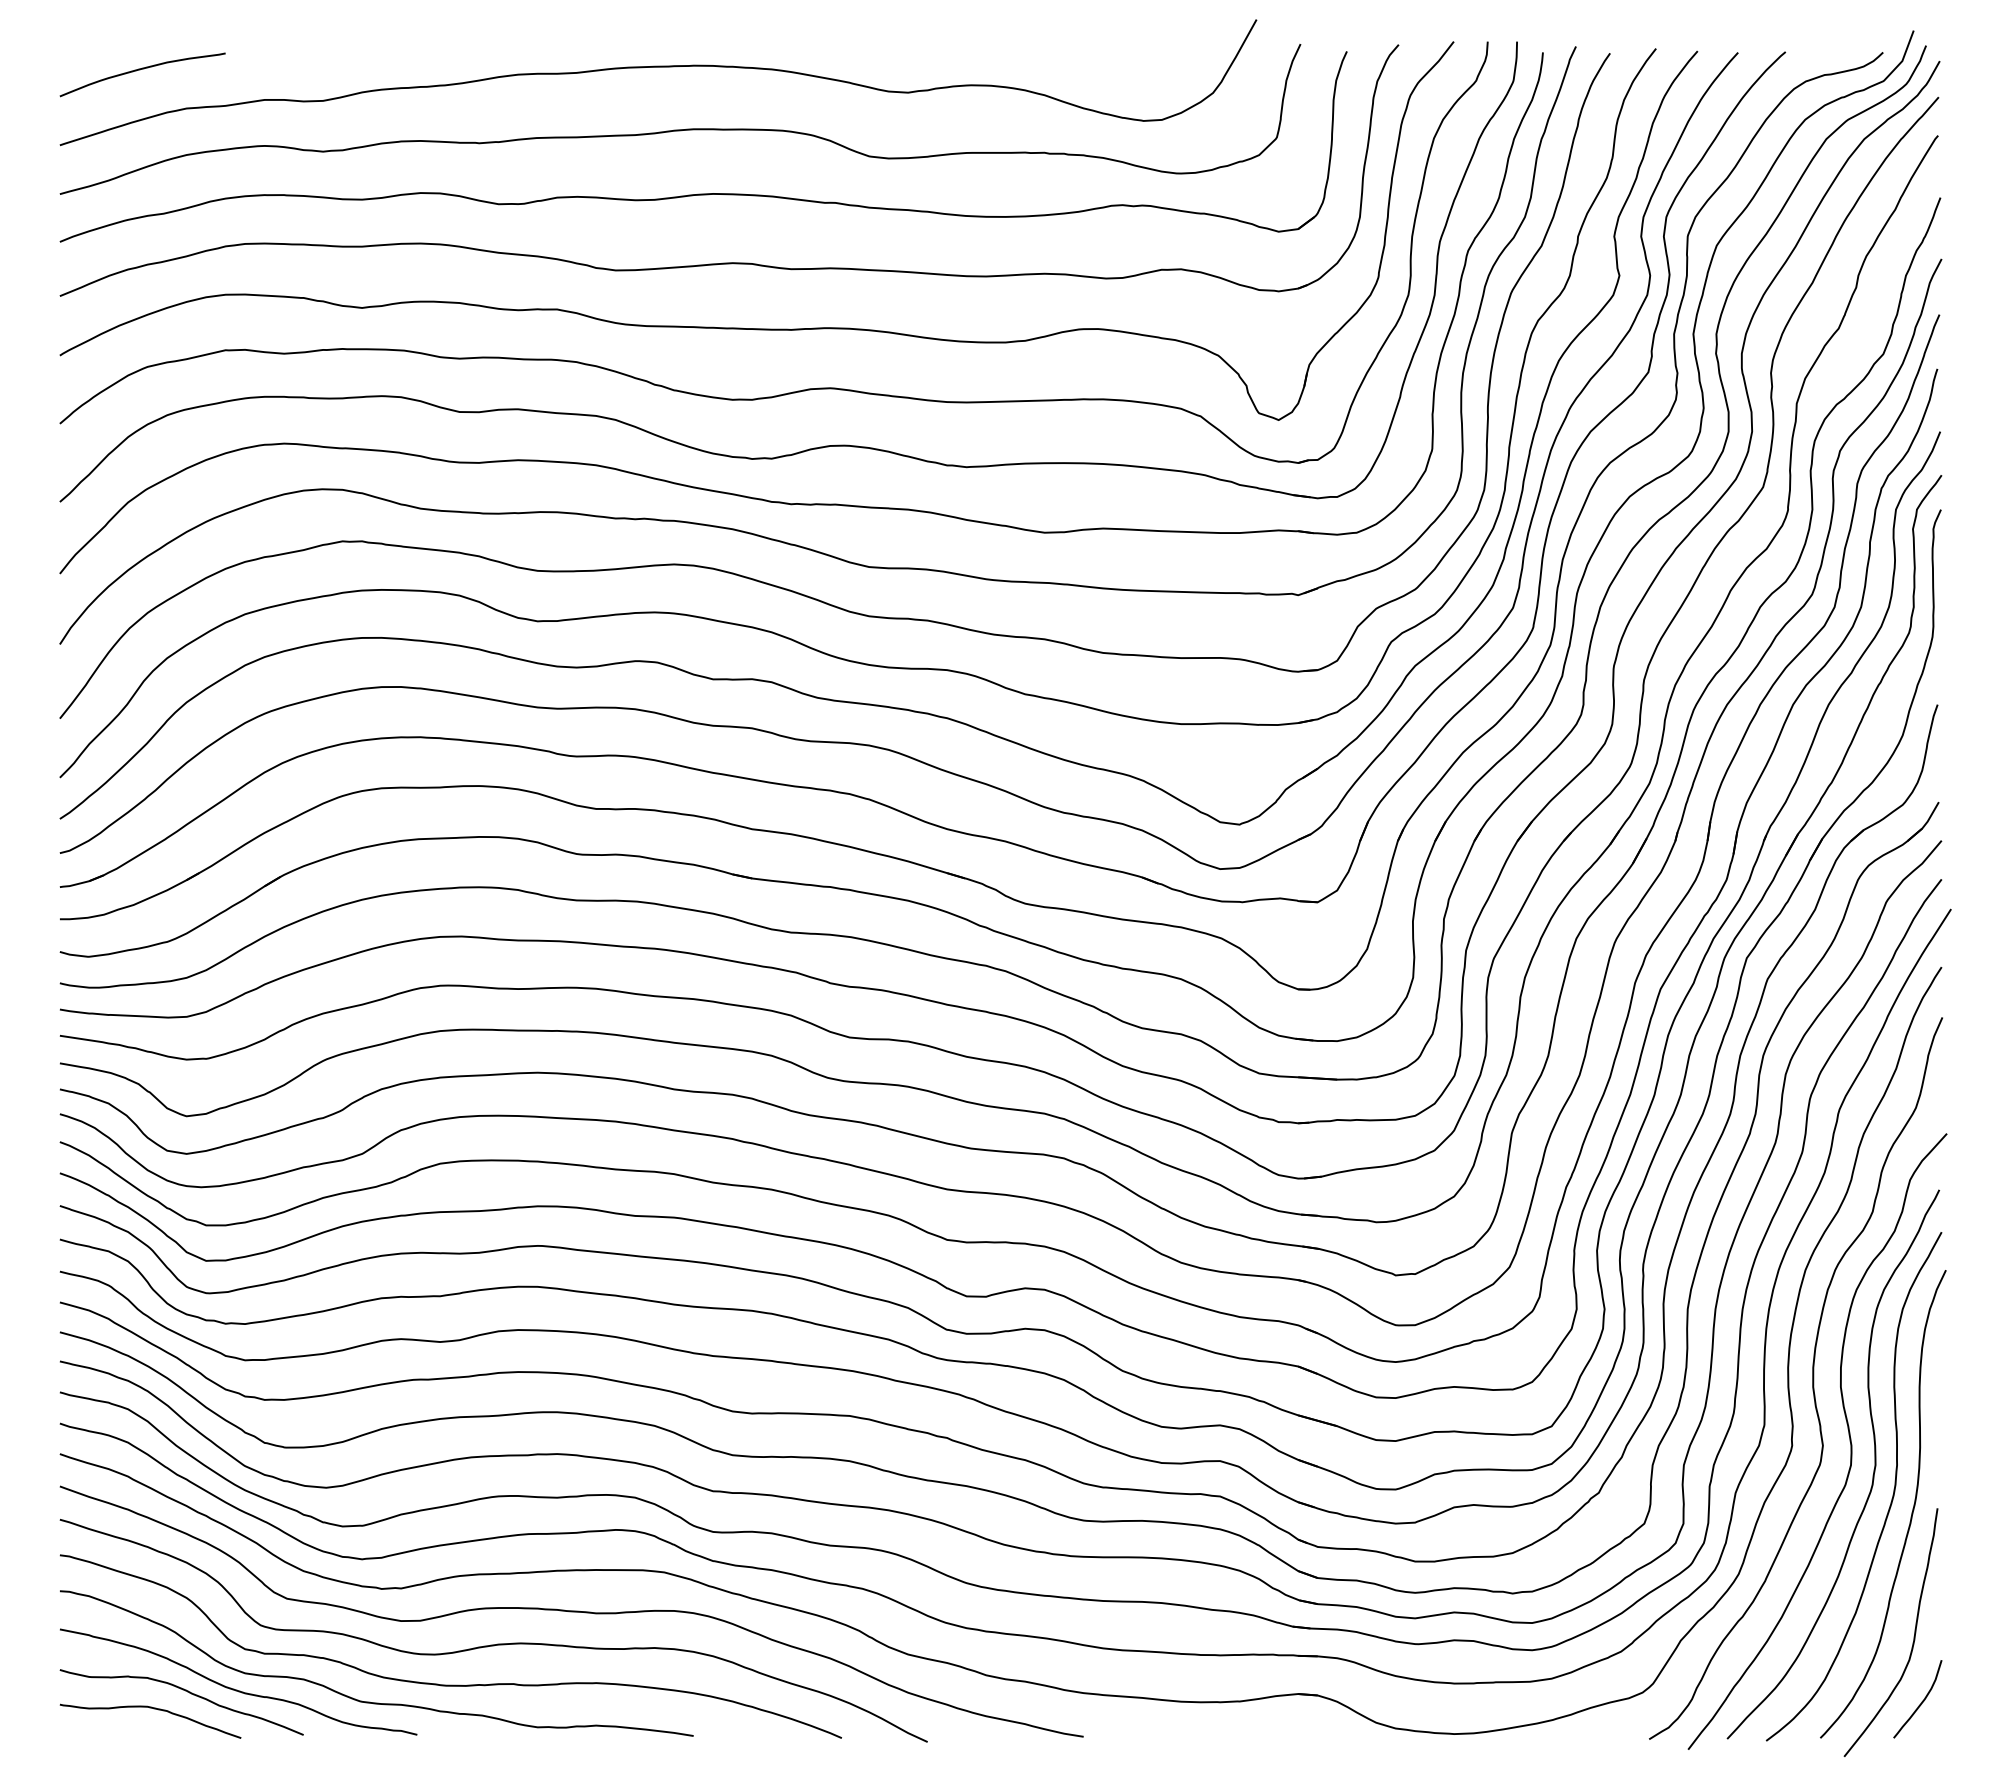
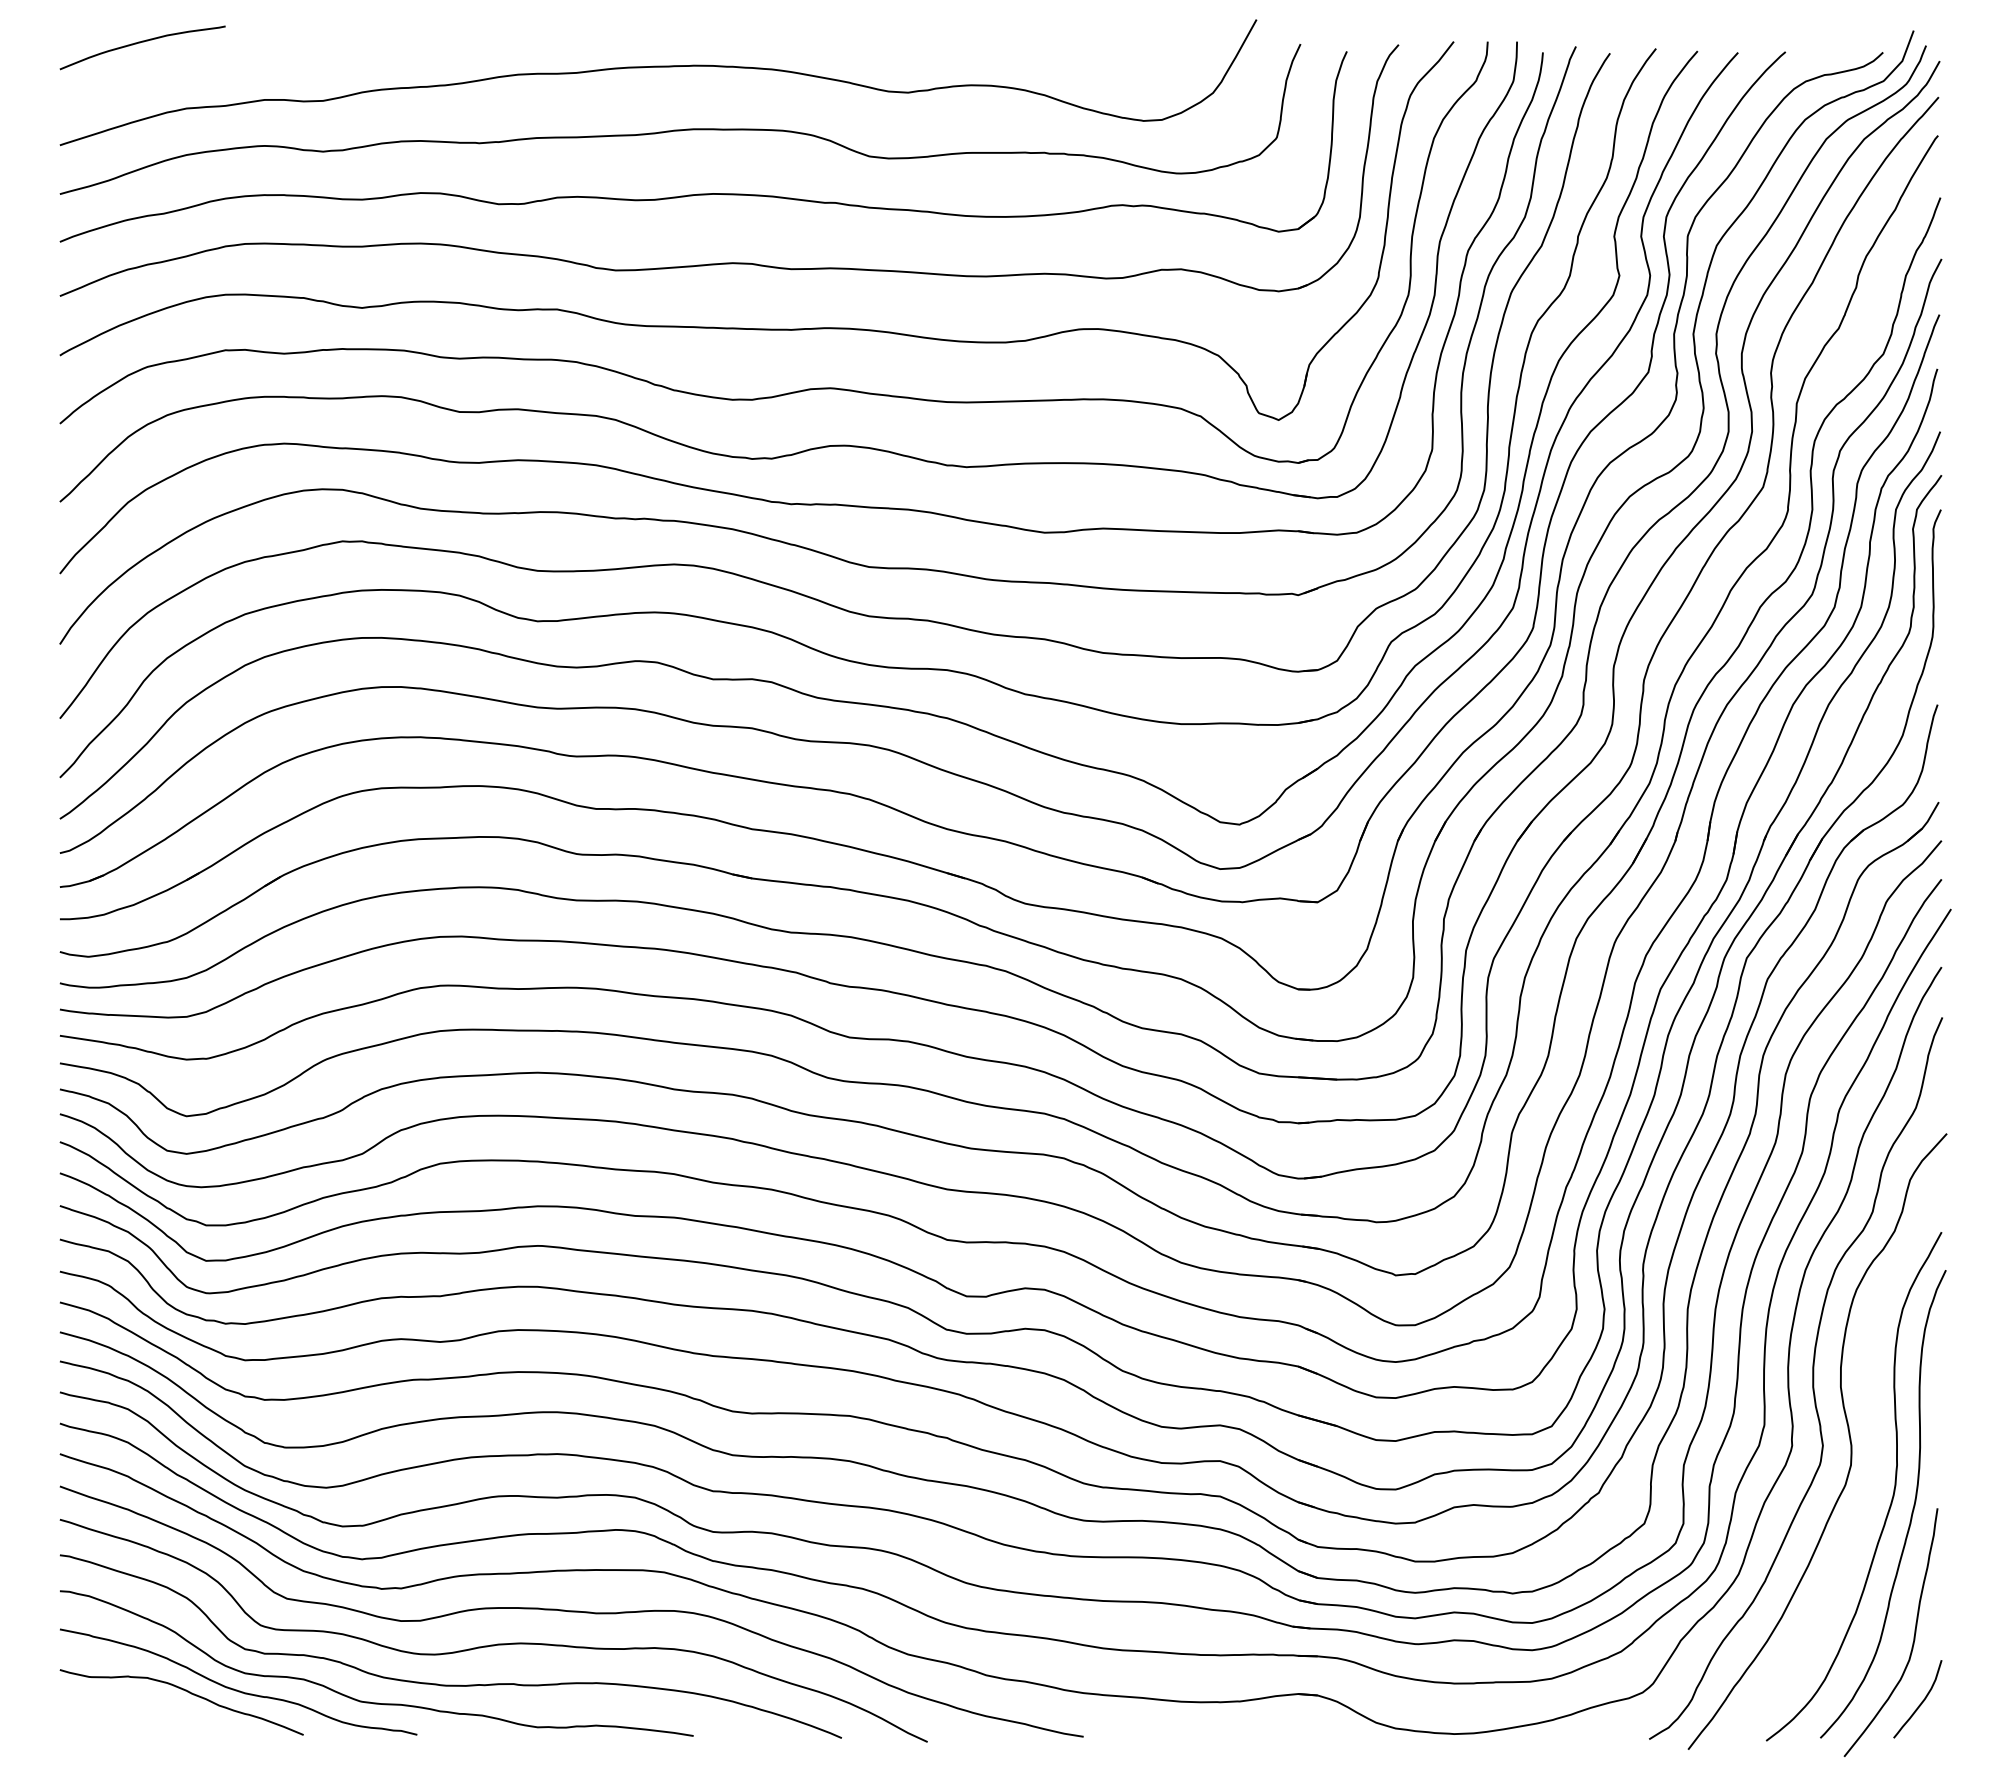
curve at (140, 70) position: (140, 70) -> (140, 43)
curve at (1873, 1469): present -> none
curve at (153, 1709): present -> none
